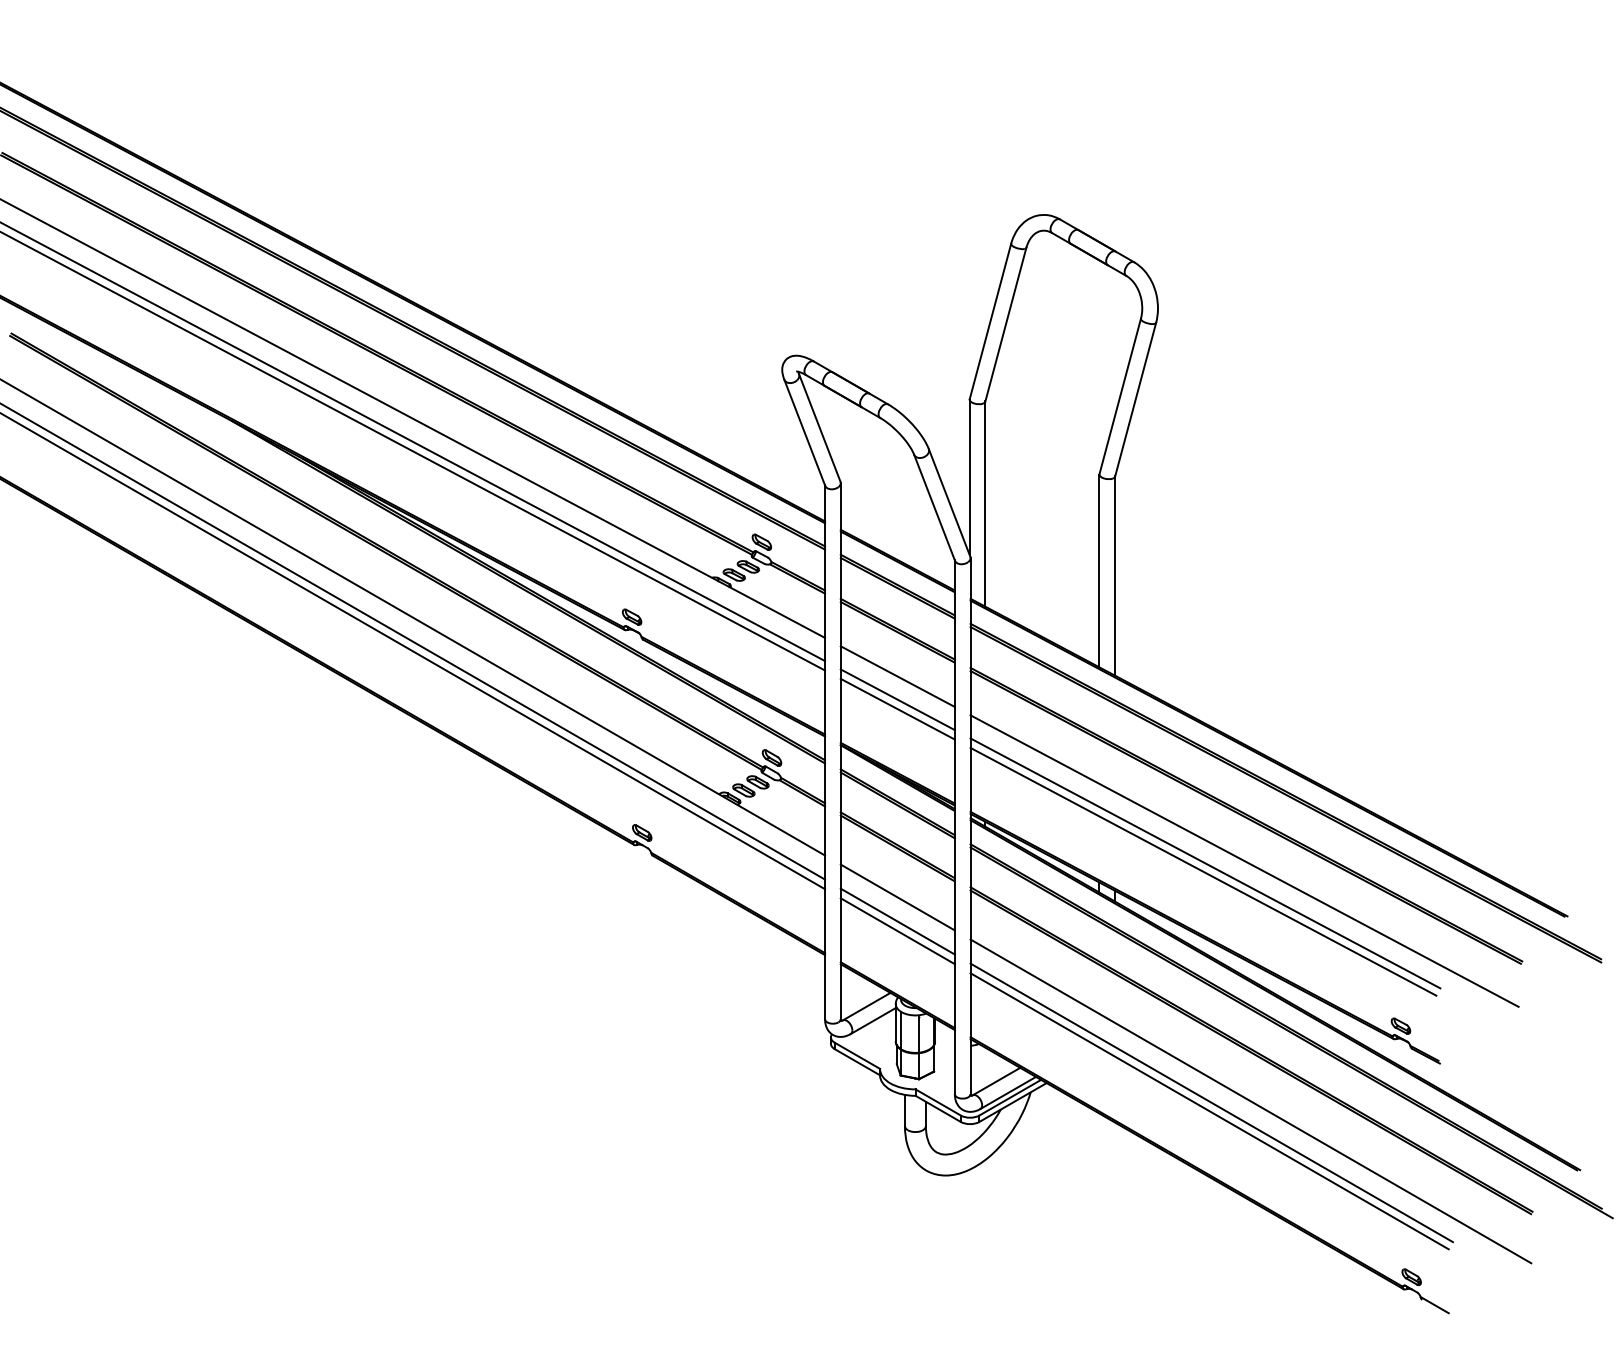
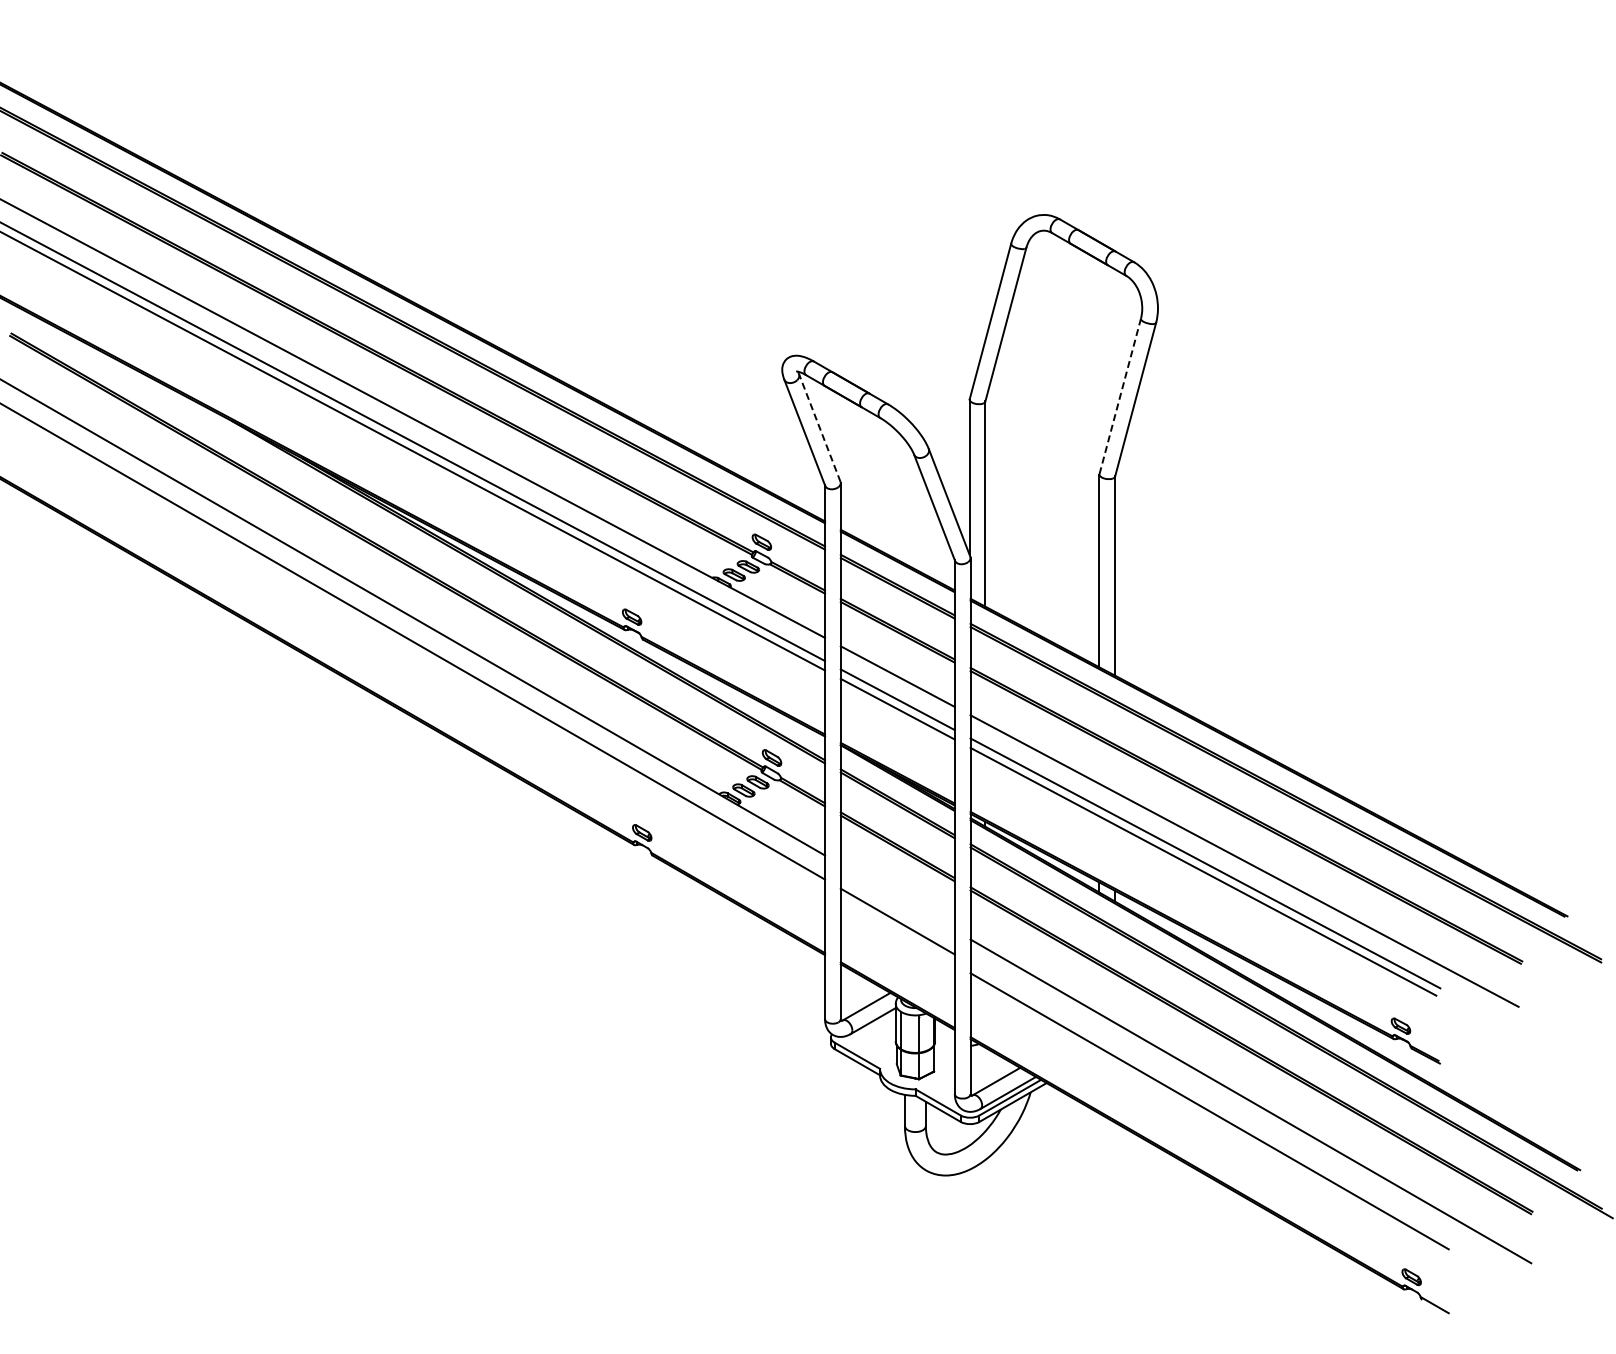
line at (1120, 395): solid -> dashed
line at (819, 428): solid -> dashed
line at (413, 651): present -> none
line at (897, 897): present -> none
line at (897, 931): present -> none
line at (1211, 1102): present -> none
